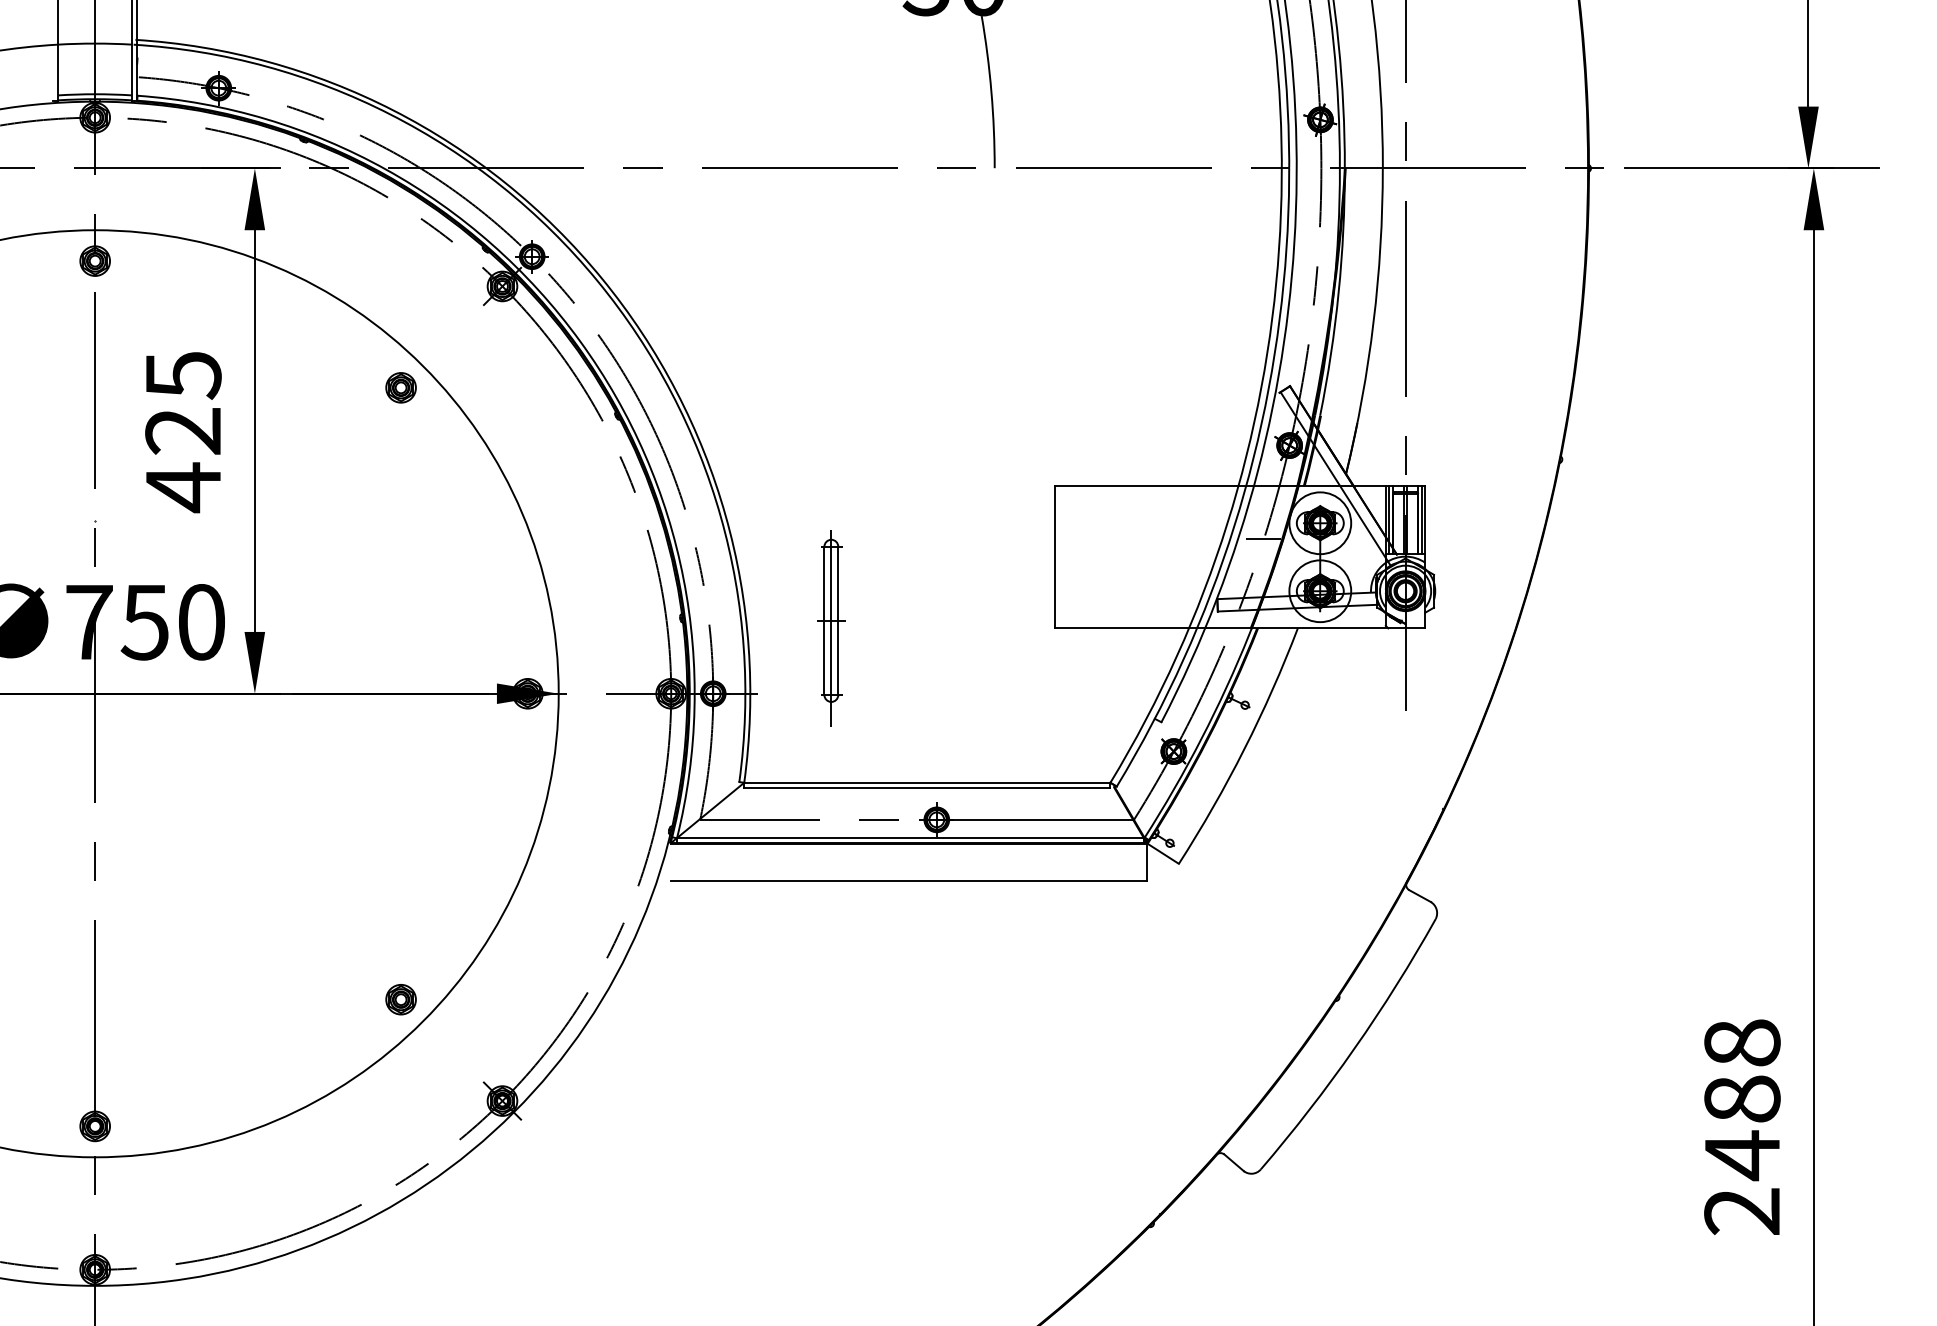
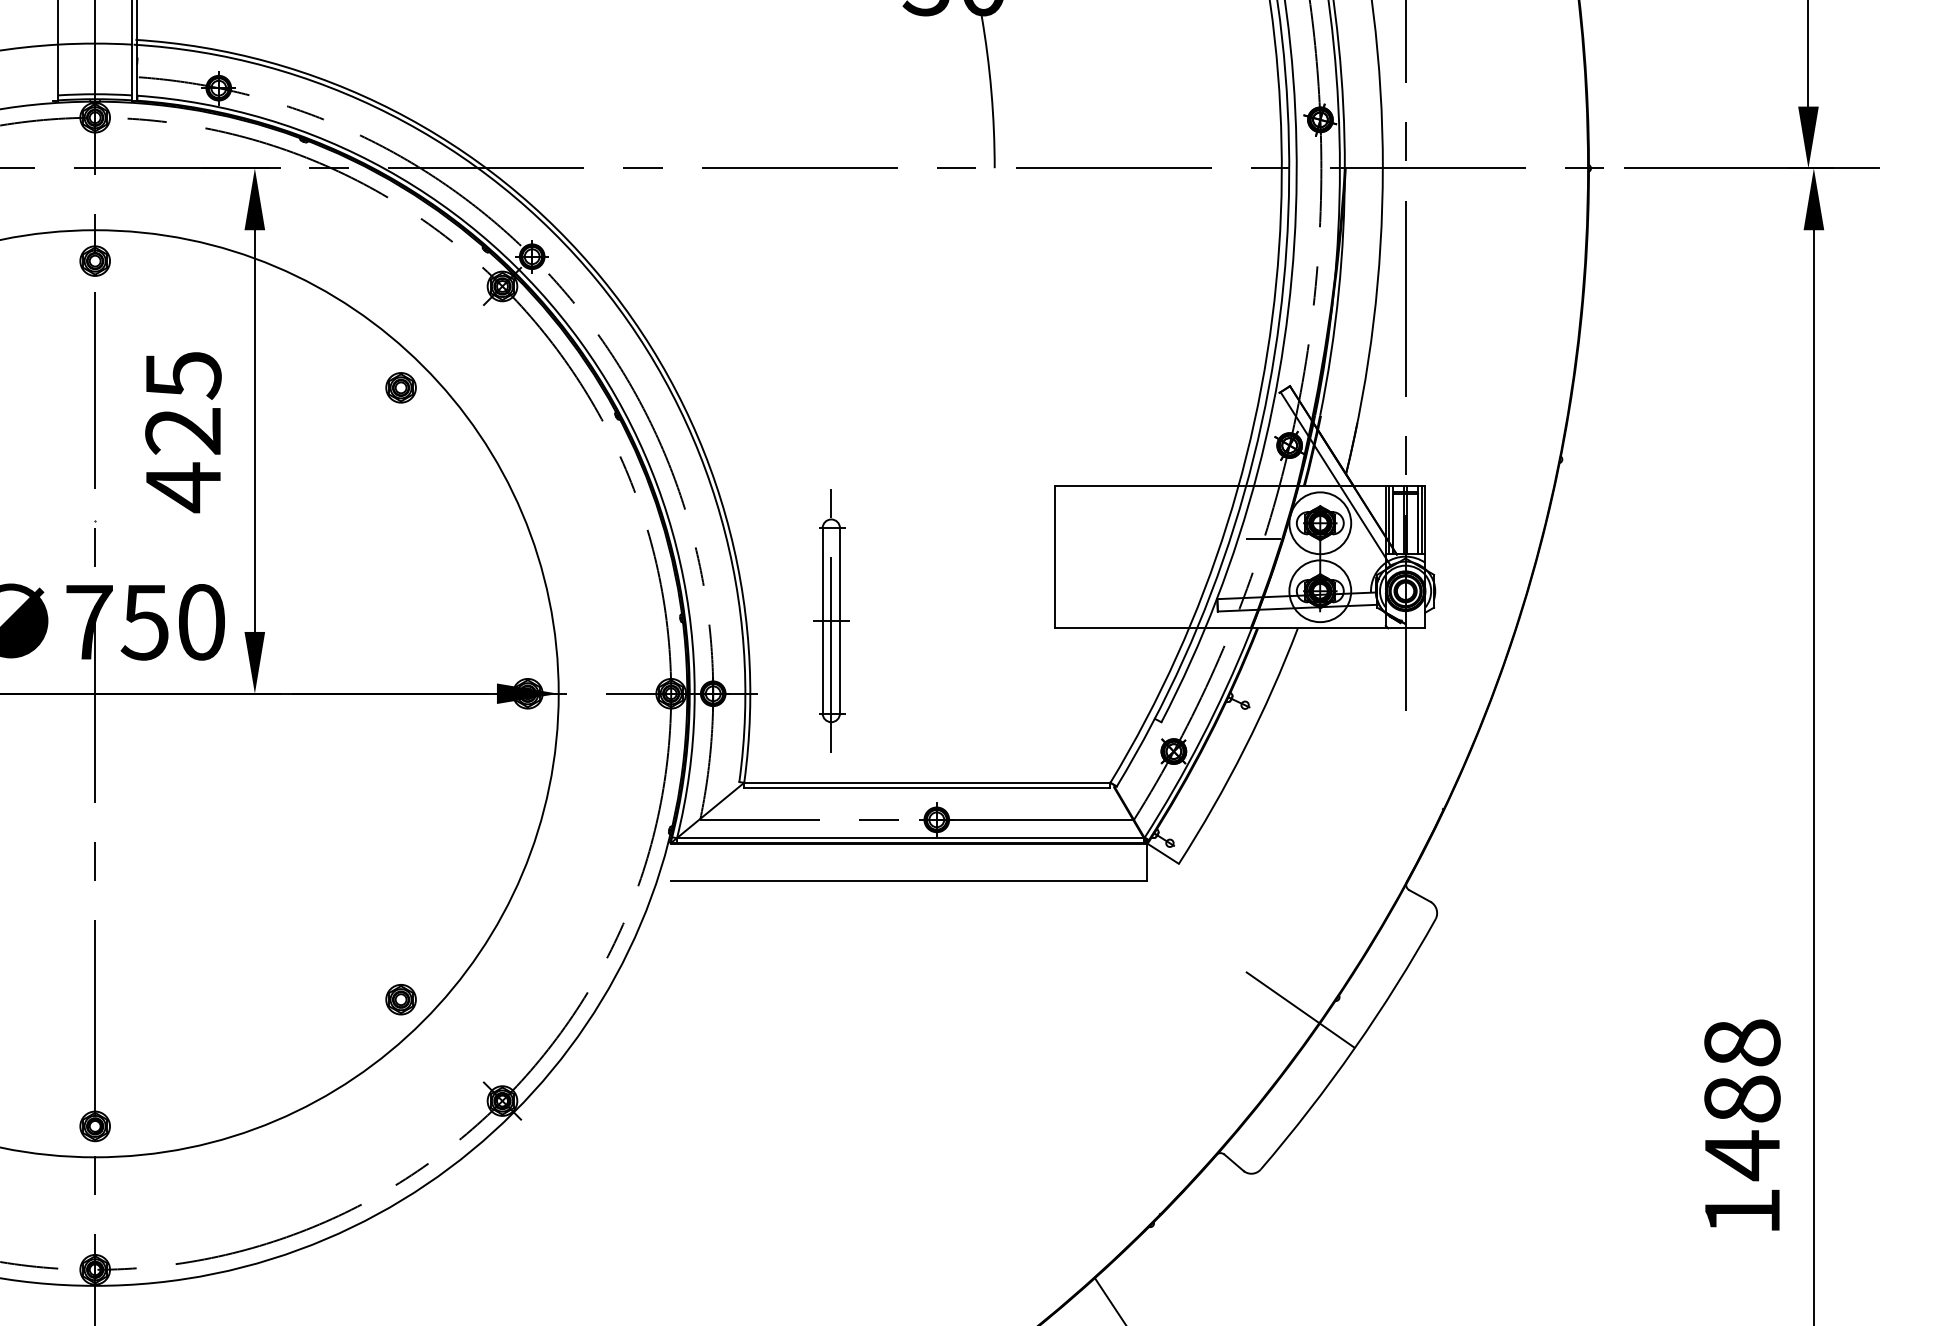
part at (831, 628) size: 29x197 px -> 37x264 px
line at (1300, 1009): none -> present
text at (1741, 1211): 2488 -> 1488
line at (1109, 1300): none -> present
